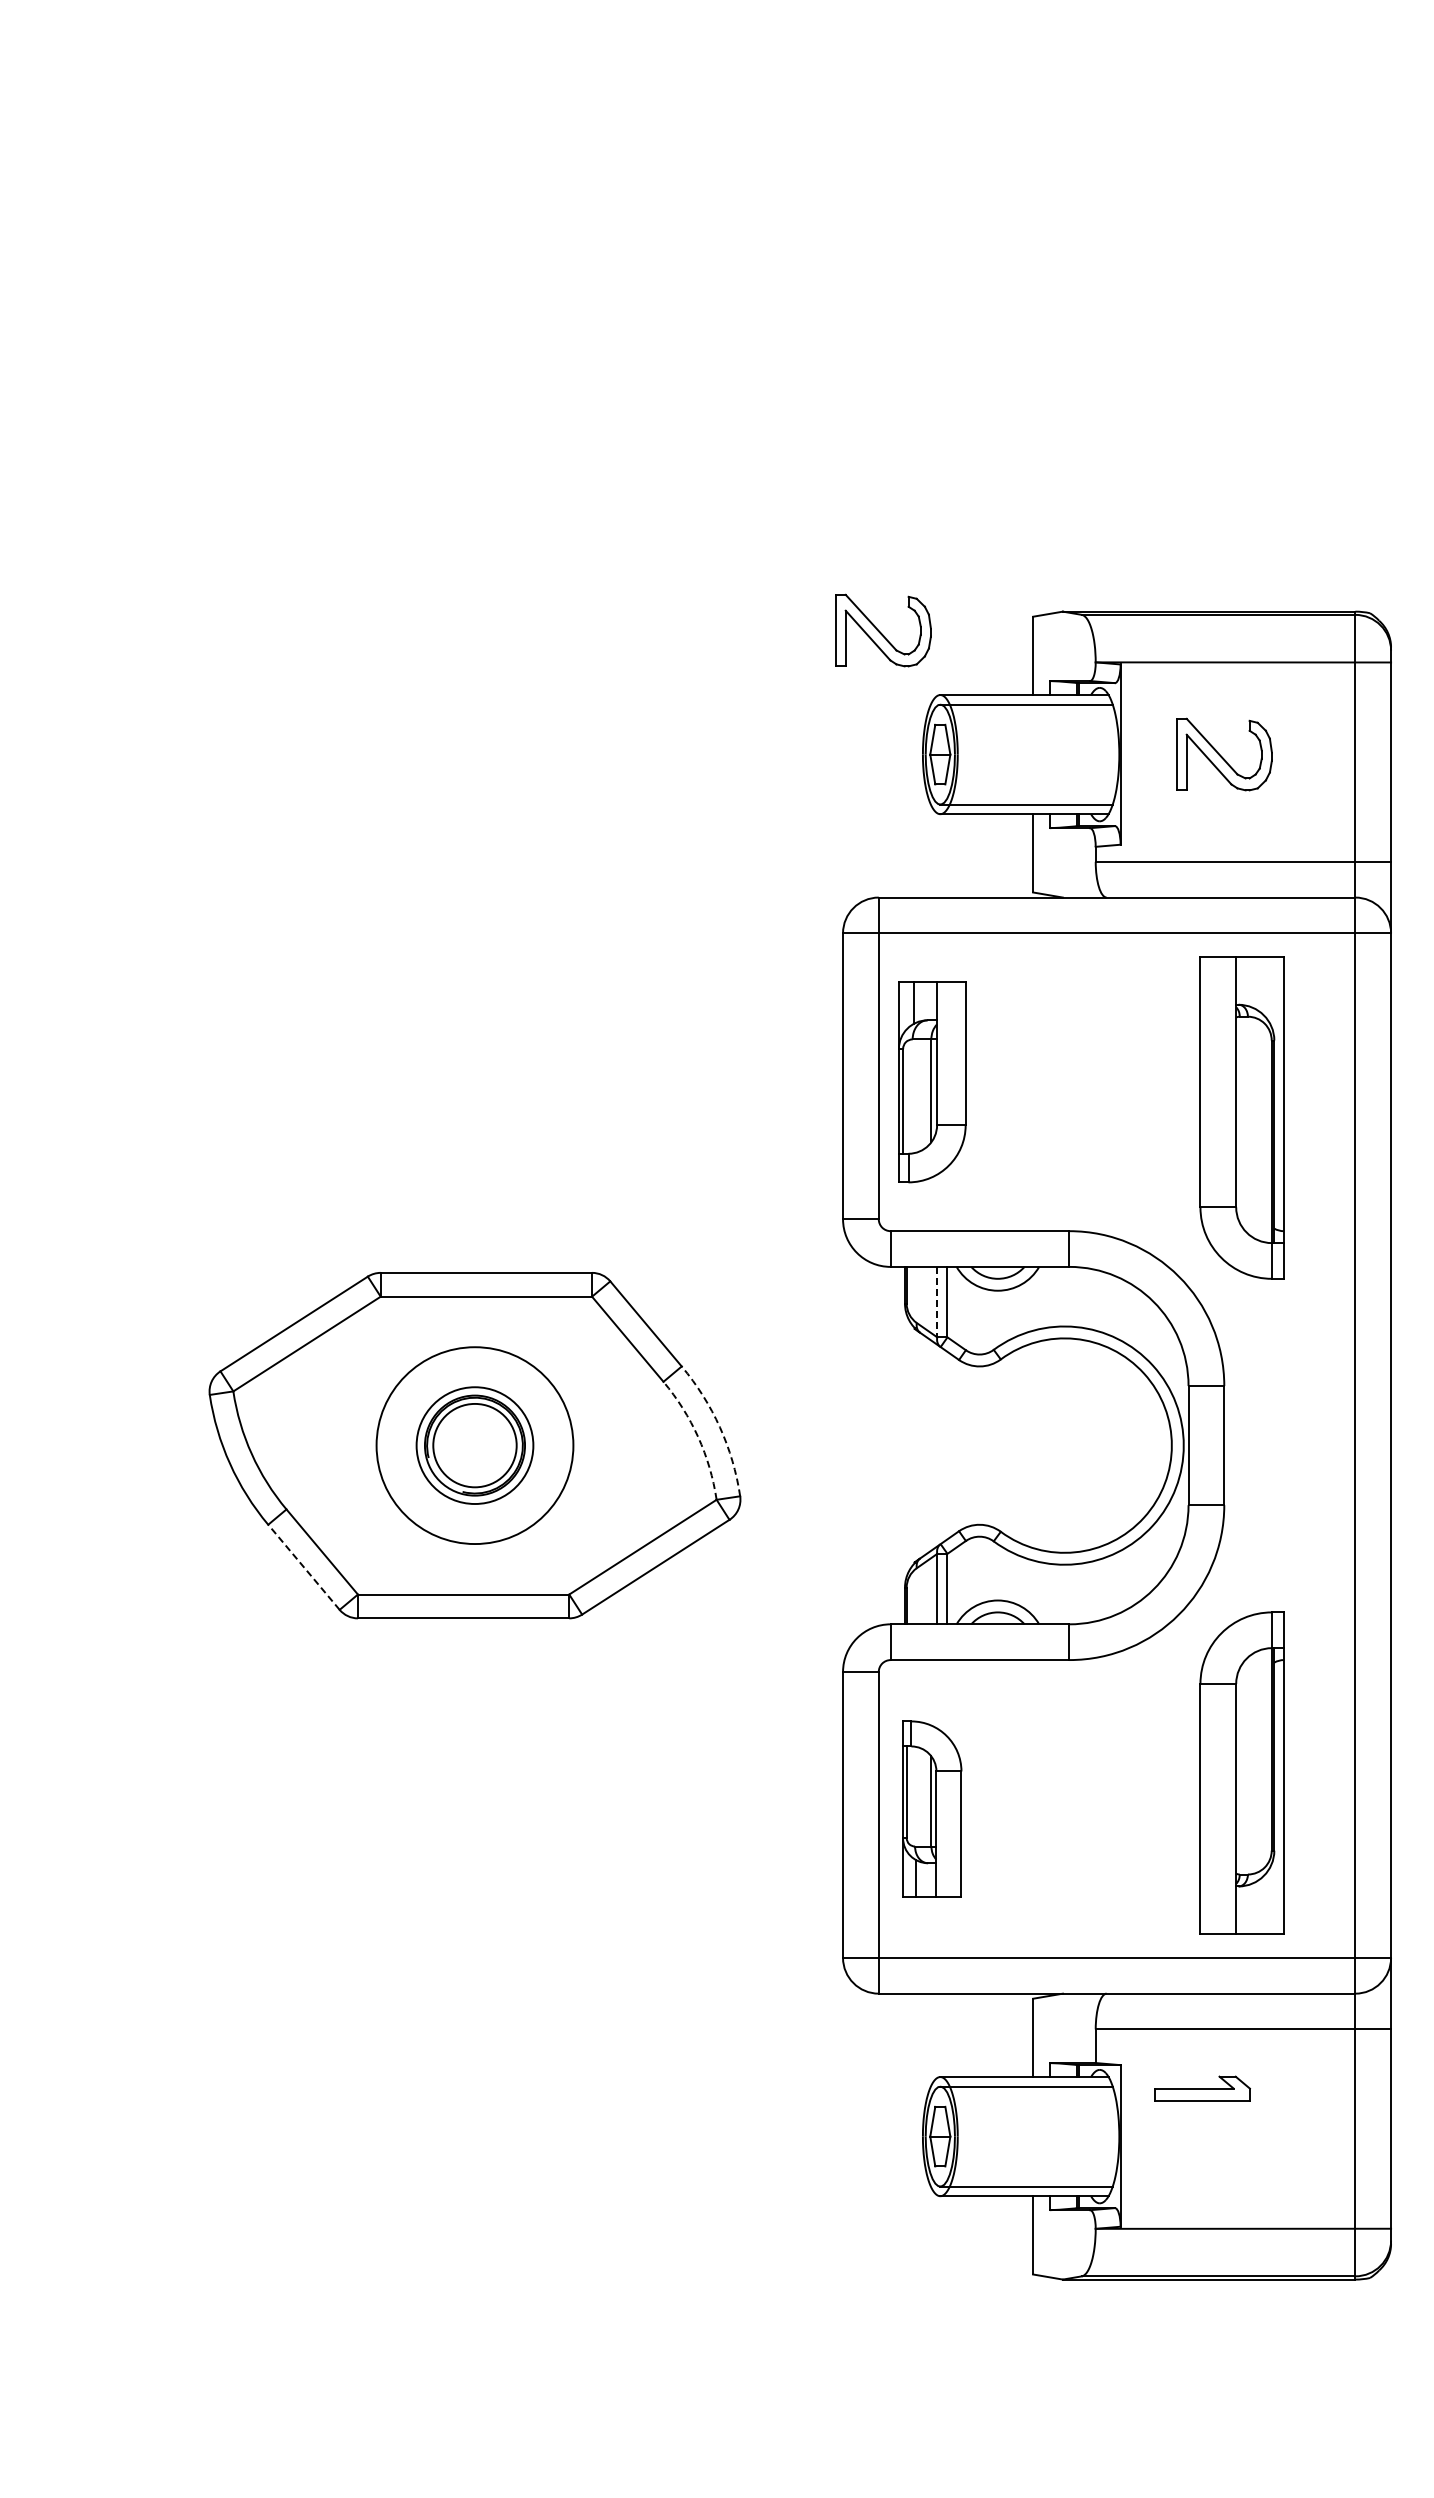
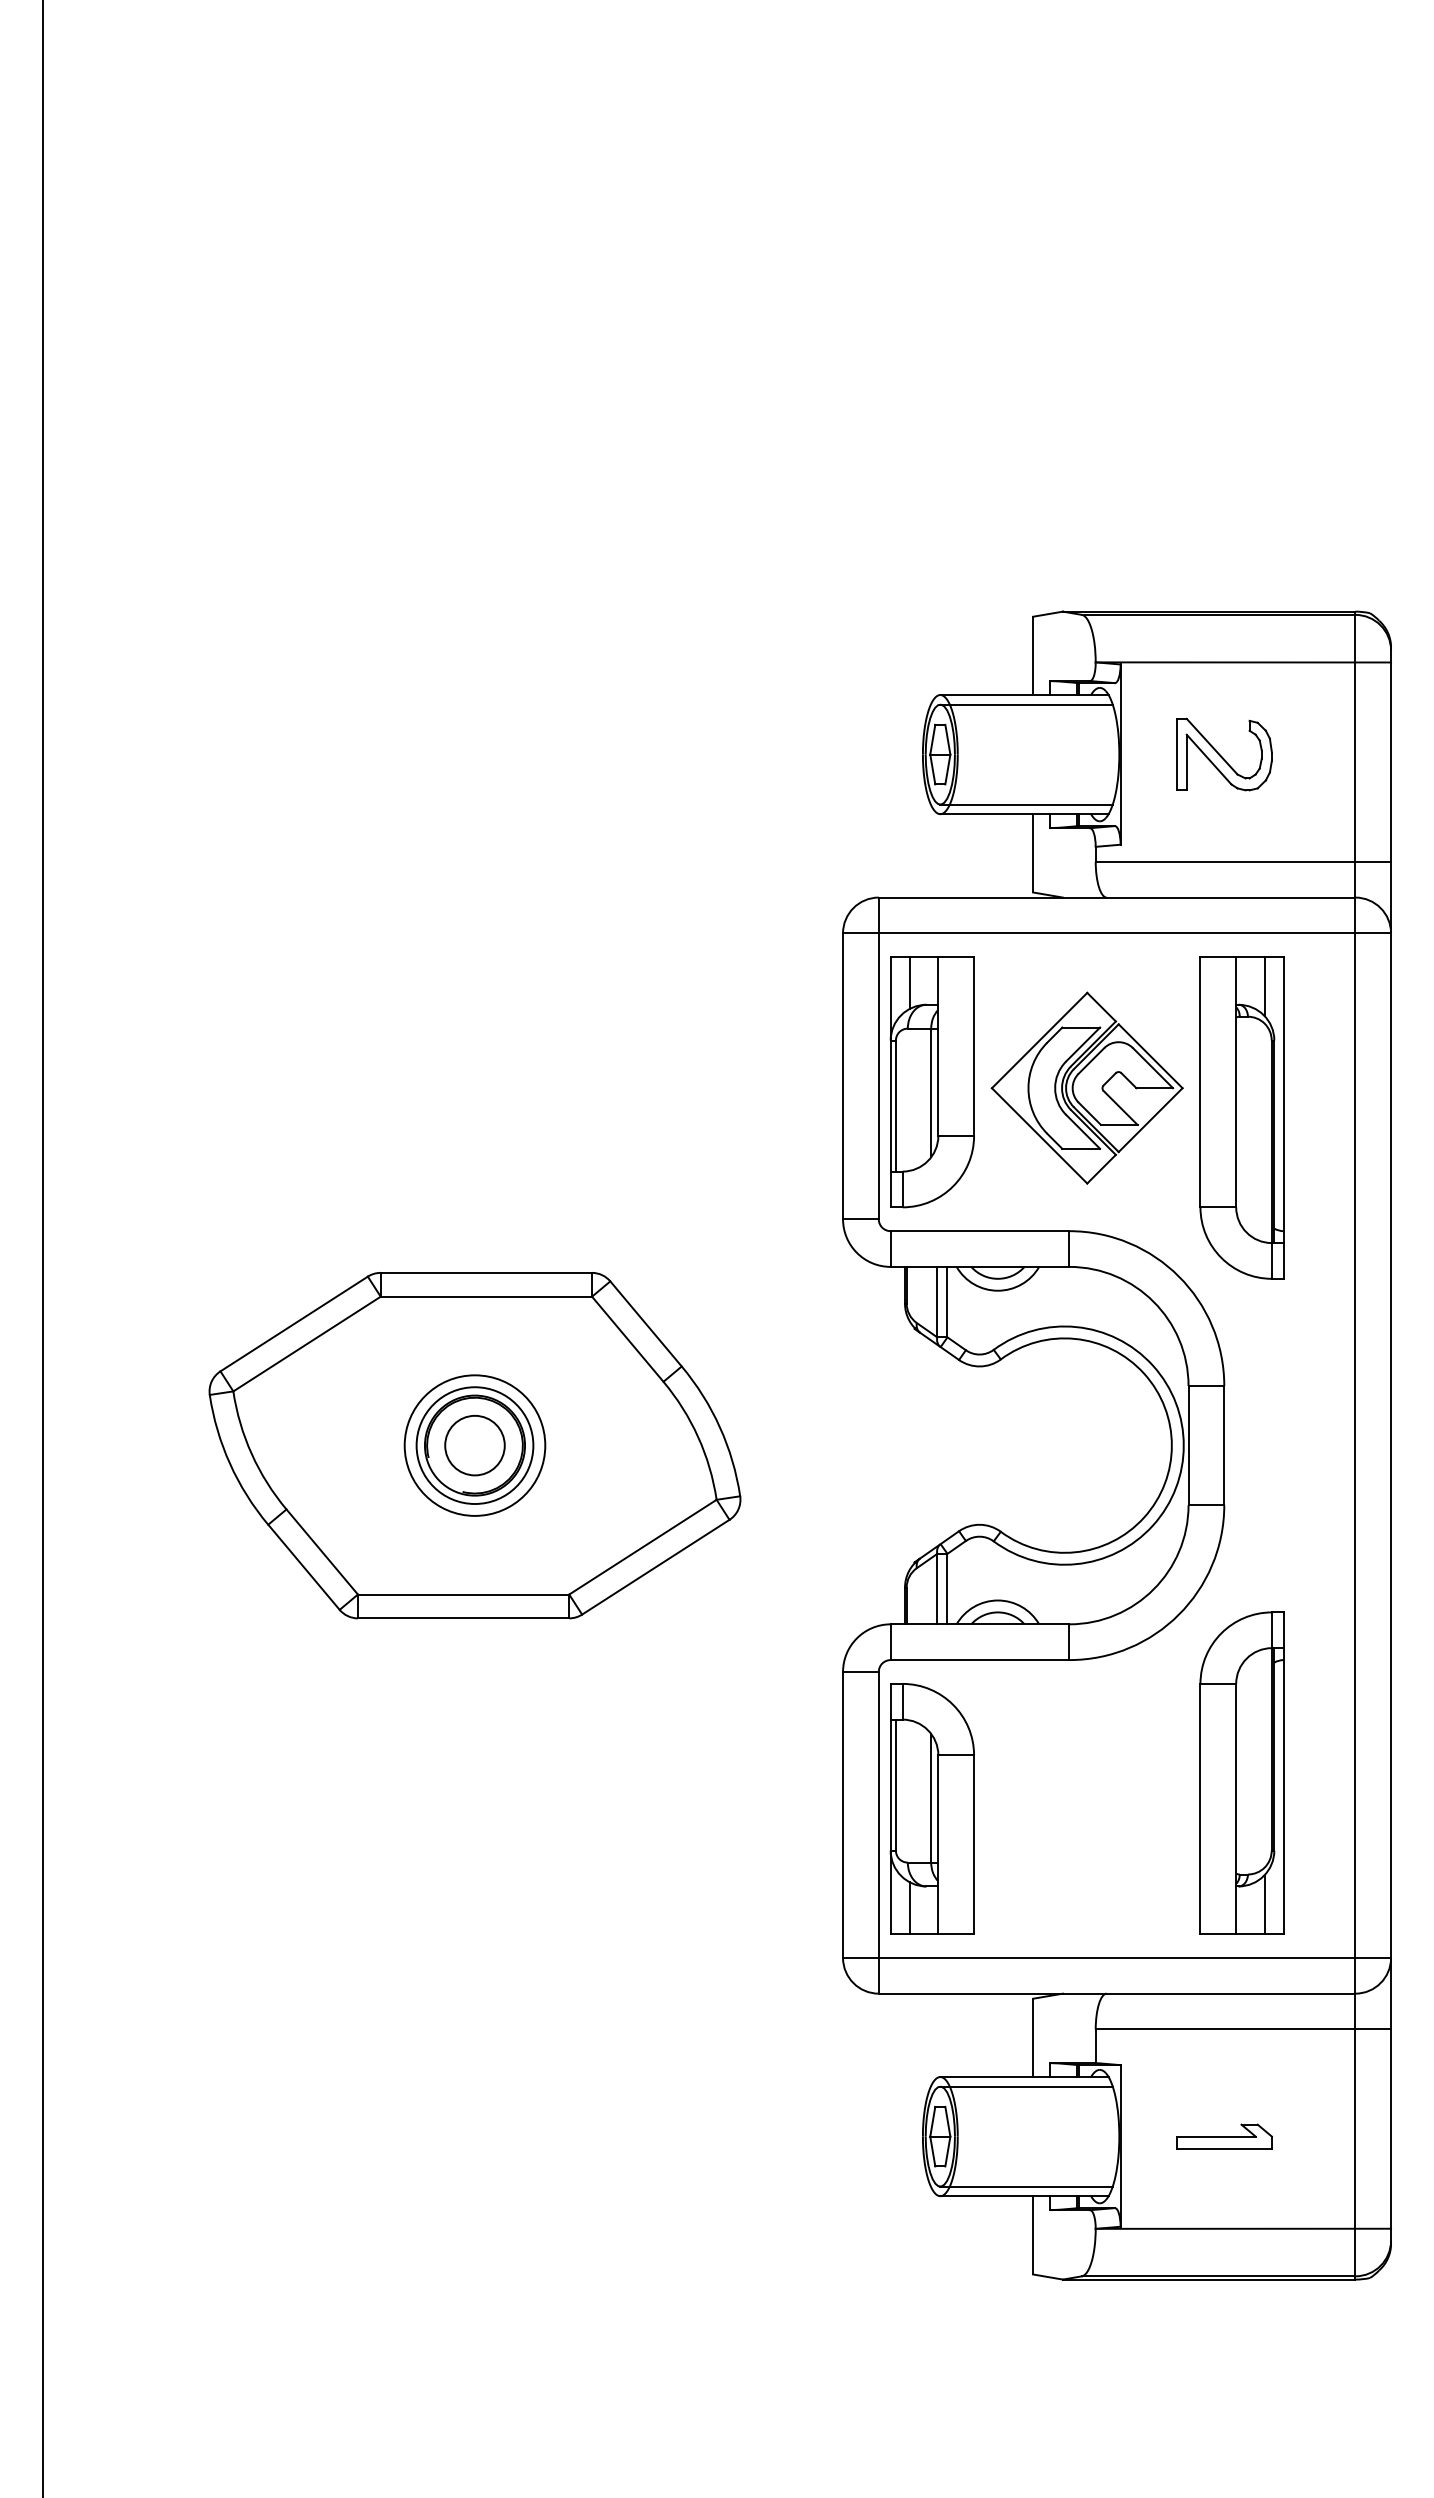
part at (883, 630): present -> none
line at (1264, 986): none -> present
part at (932, 1082) size: 69x203 px -> 86x253 px
part at (1086, 1087): none -> present
line at (42, 1248): none -> present
line at (937, 1302): dashed -> solid
arc at (719, 1427): dashed -> solid
arc at (698, 1437): dashed -> solid
circle at (474, 1445) diameter: 197 px -> 141 px
circle at (474, 1445) diameter: 83 px -> 60 px
line at (303, 1567): dashed -> solid
part at (932, 1808) size: 61x178 px -> 86x252 px
line at (1264, 1904): none -> present
part at (1202, 2088) position: (1202, 2088) -> (1224, 2136)
